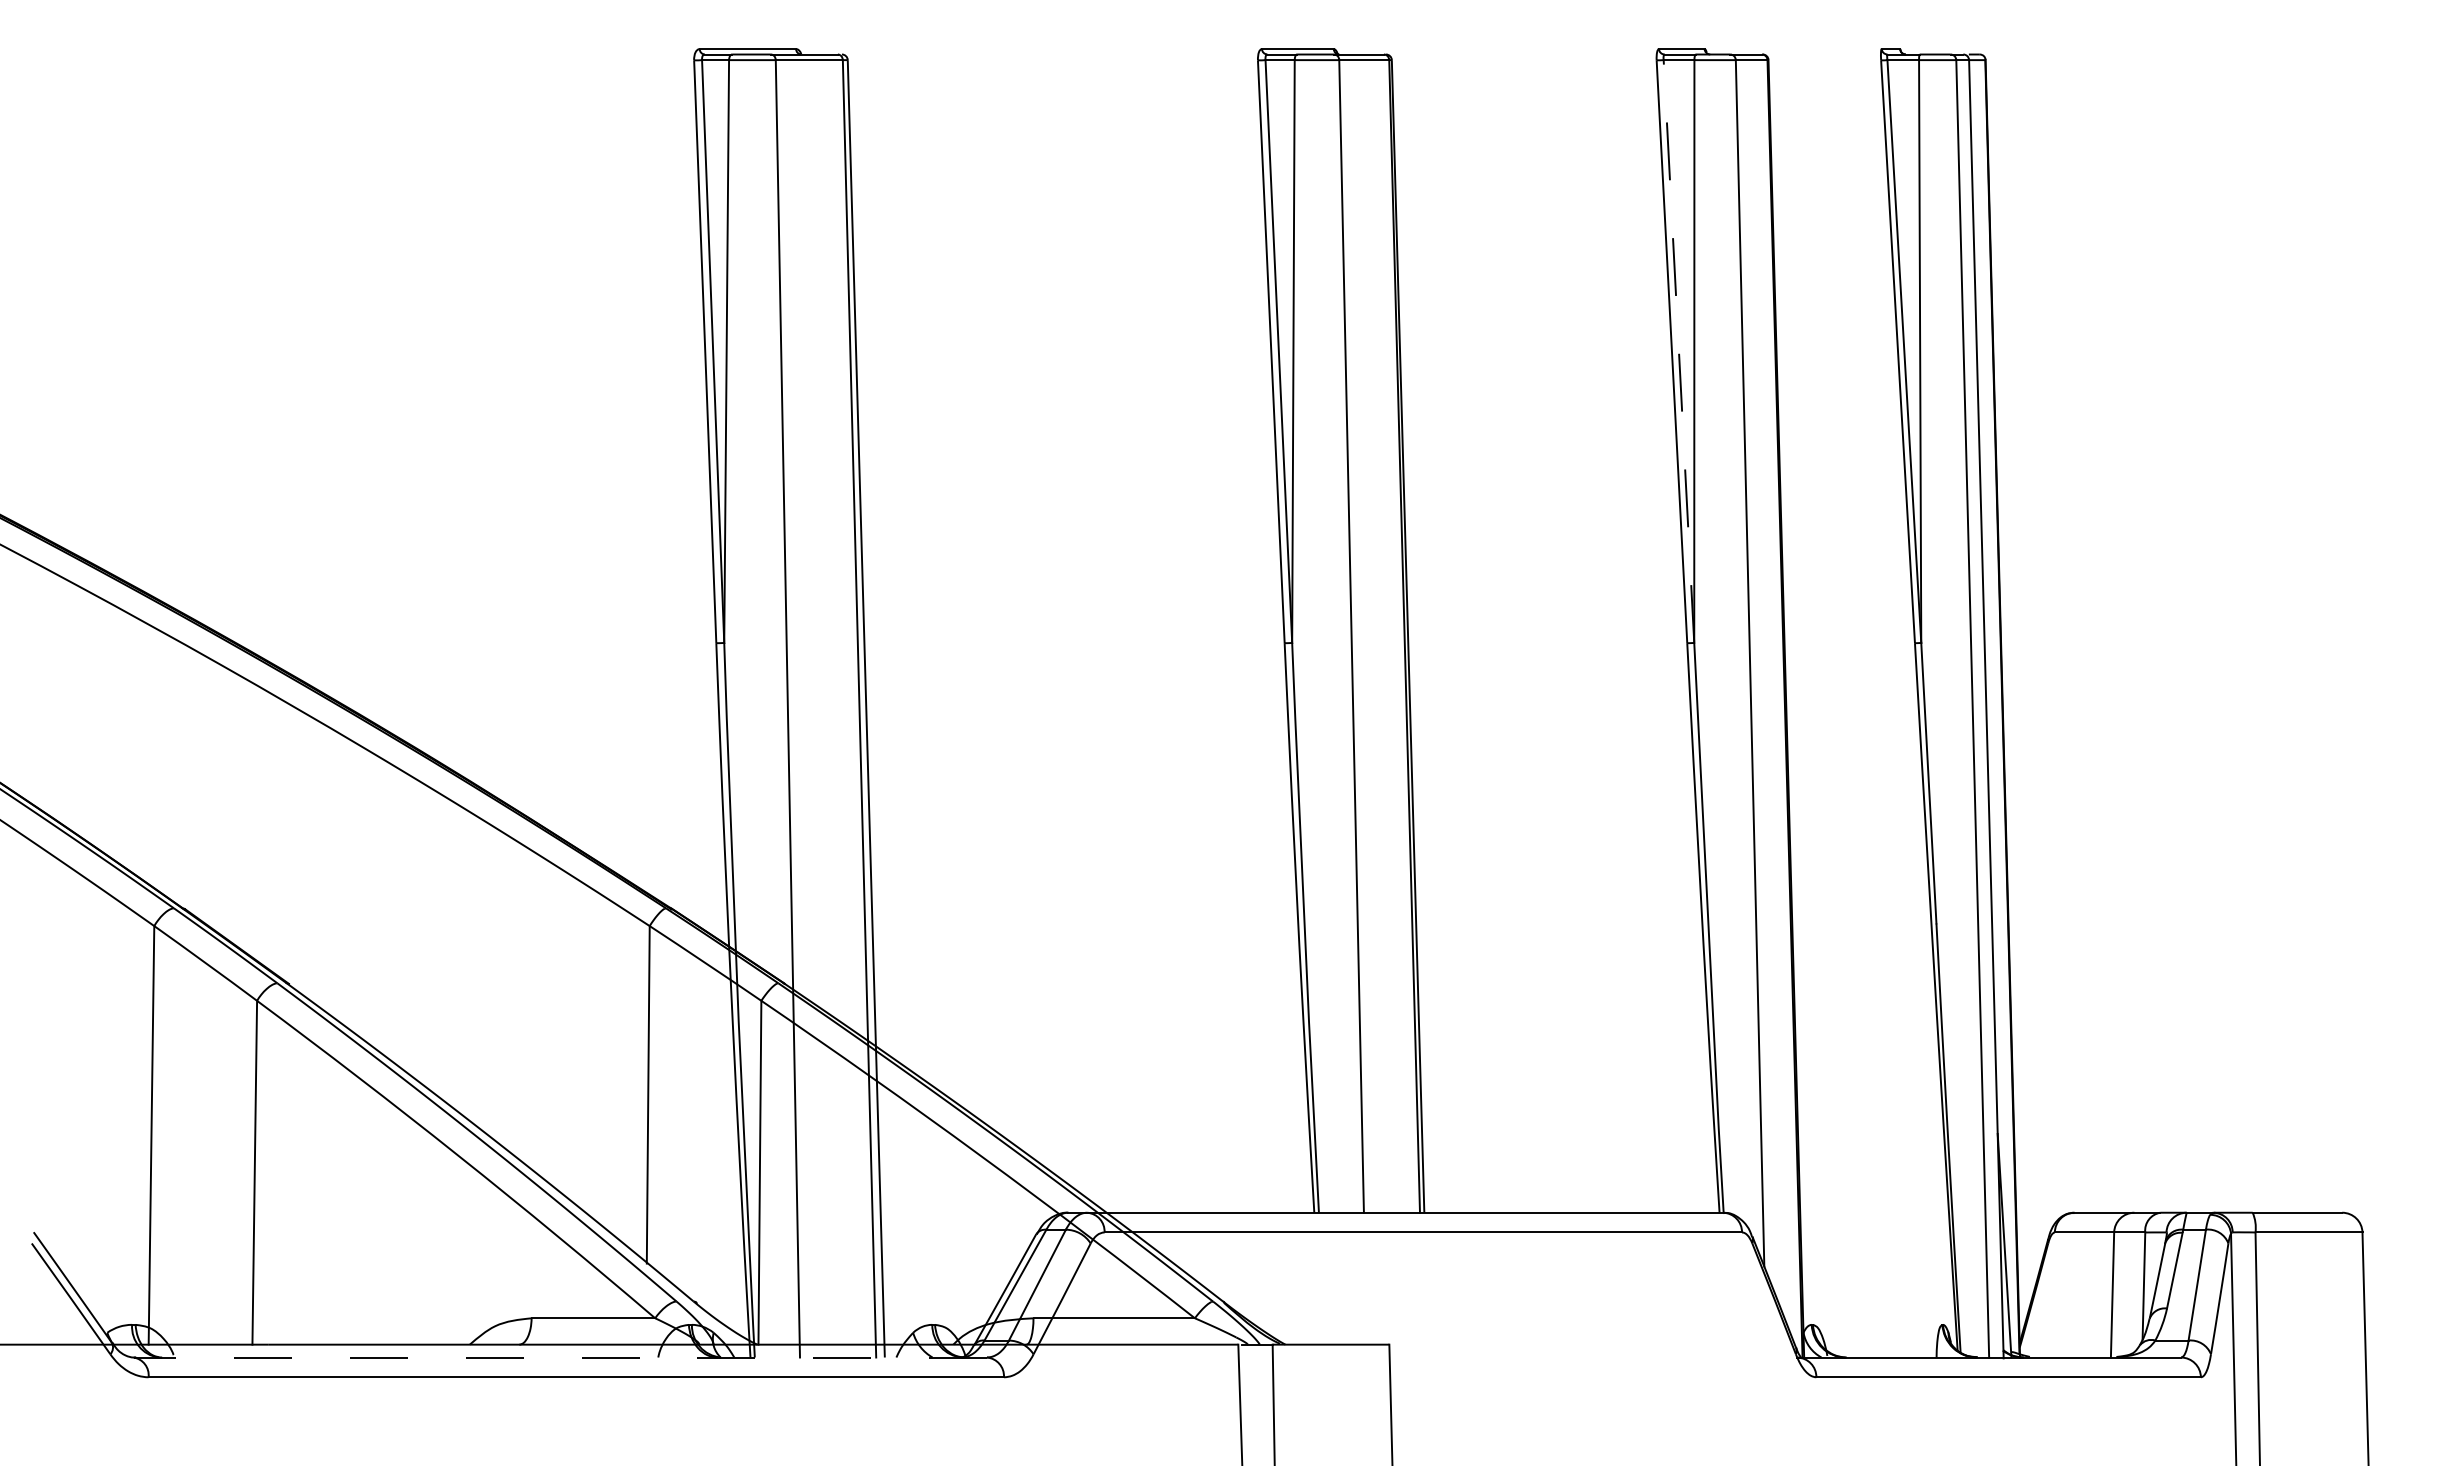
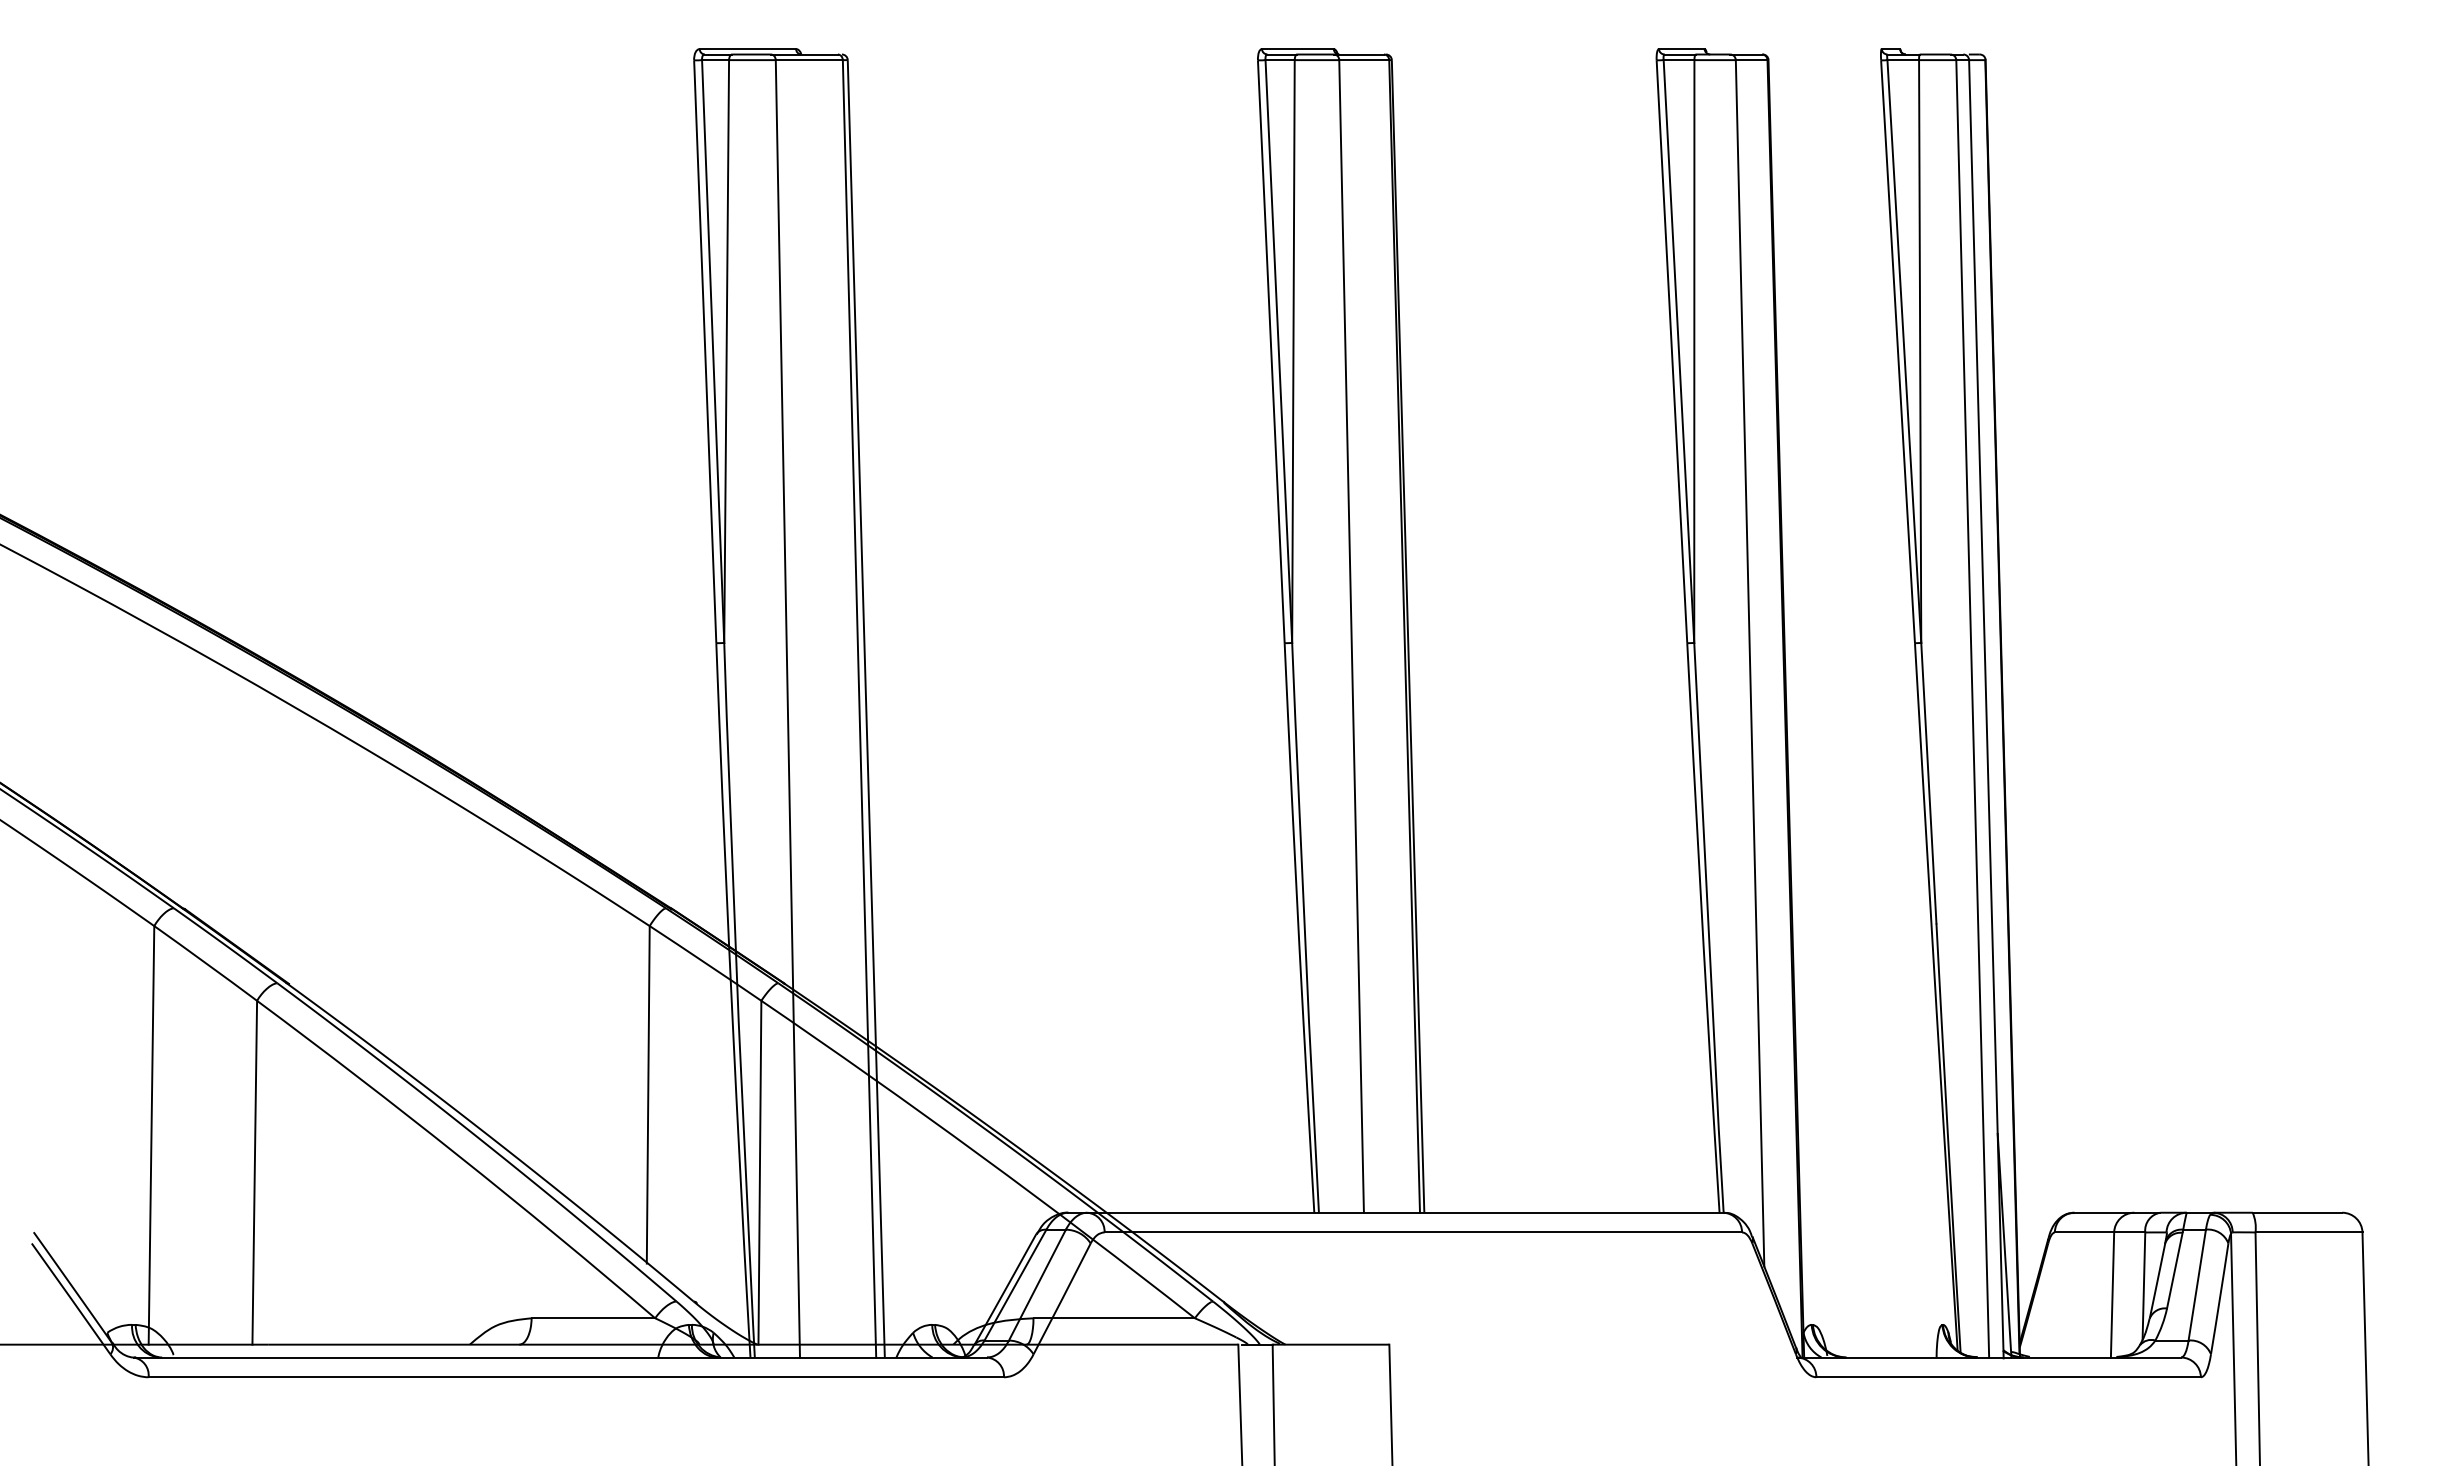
line at (1678, 351): dashed -> solid
line at (560, 1357): dashed -> solid
